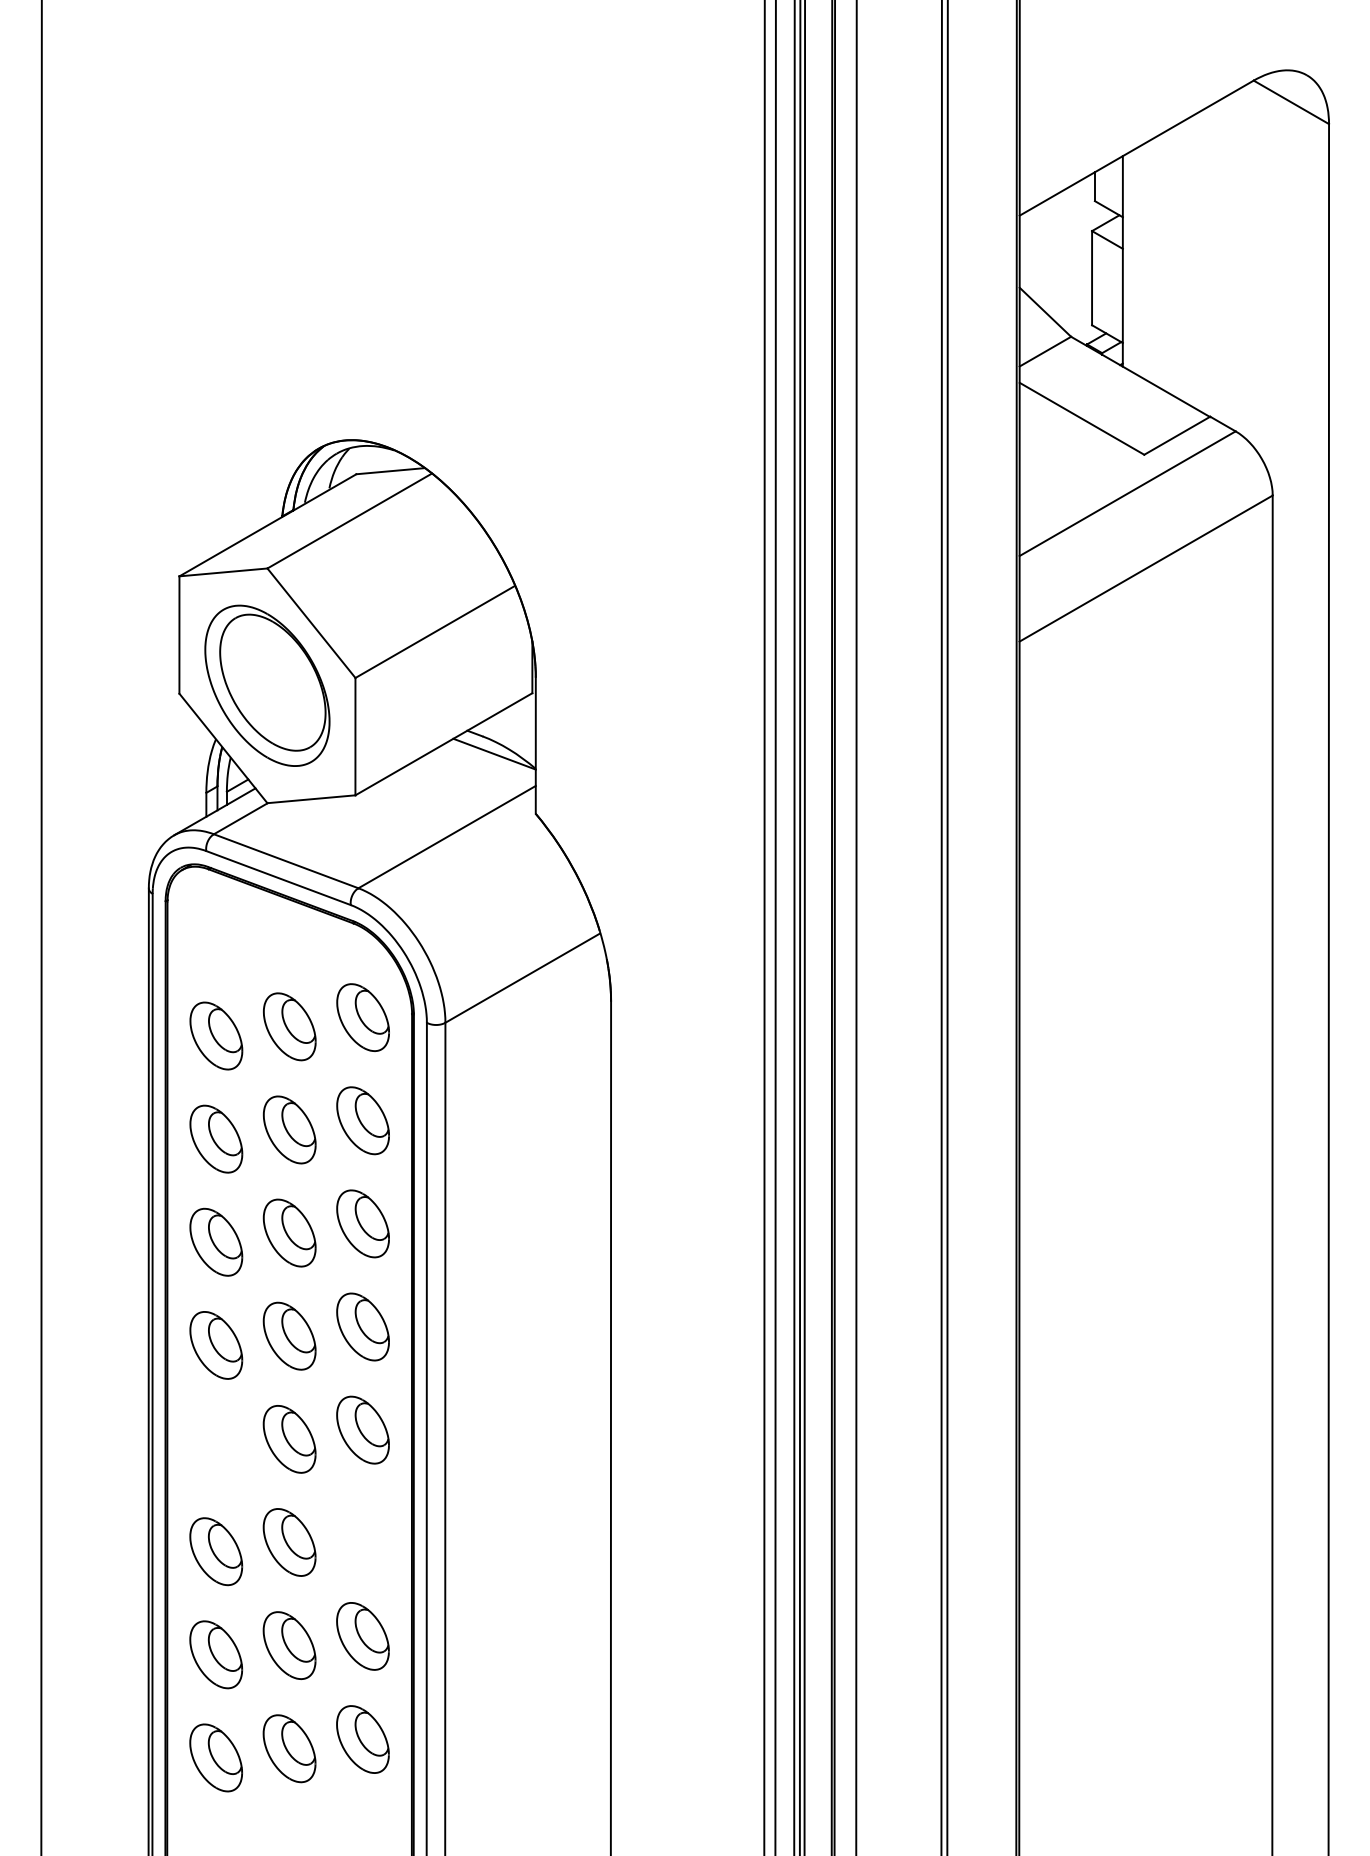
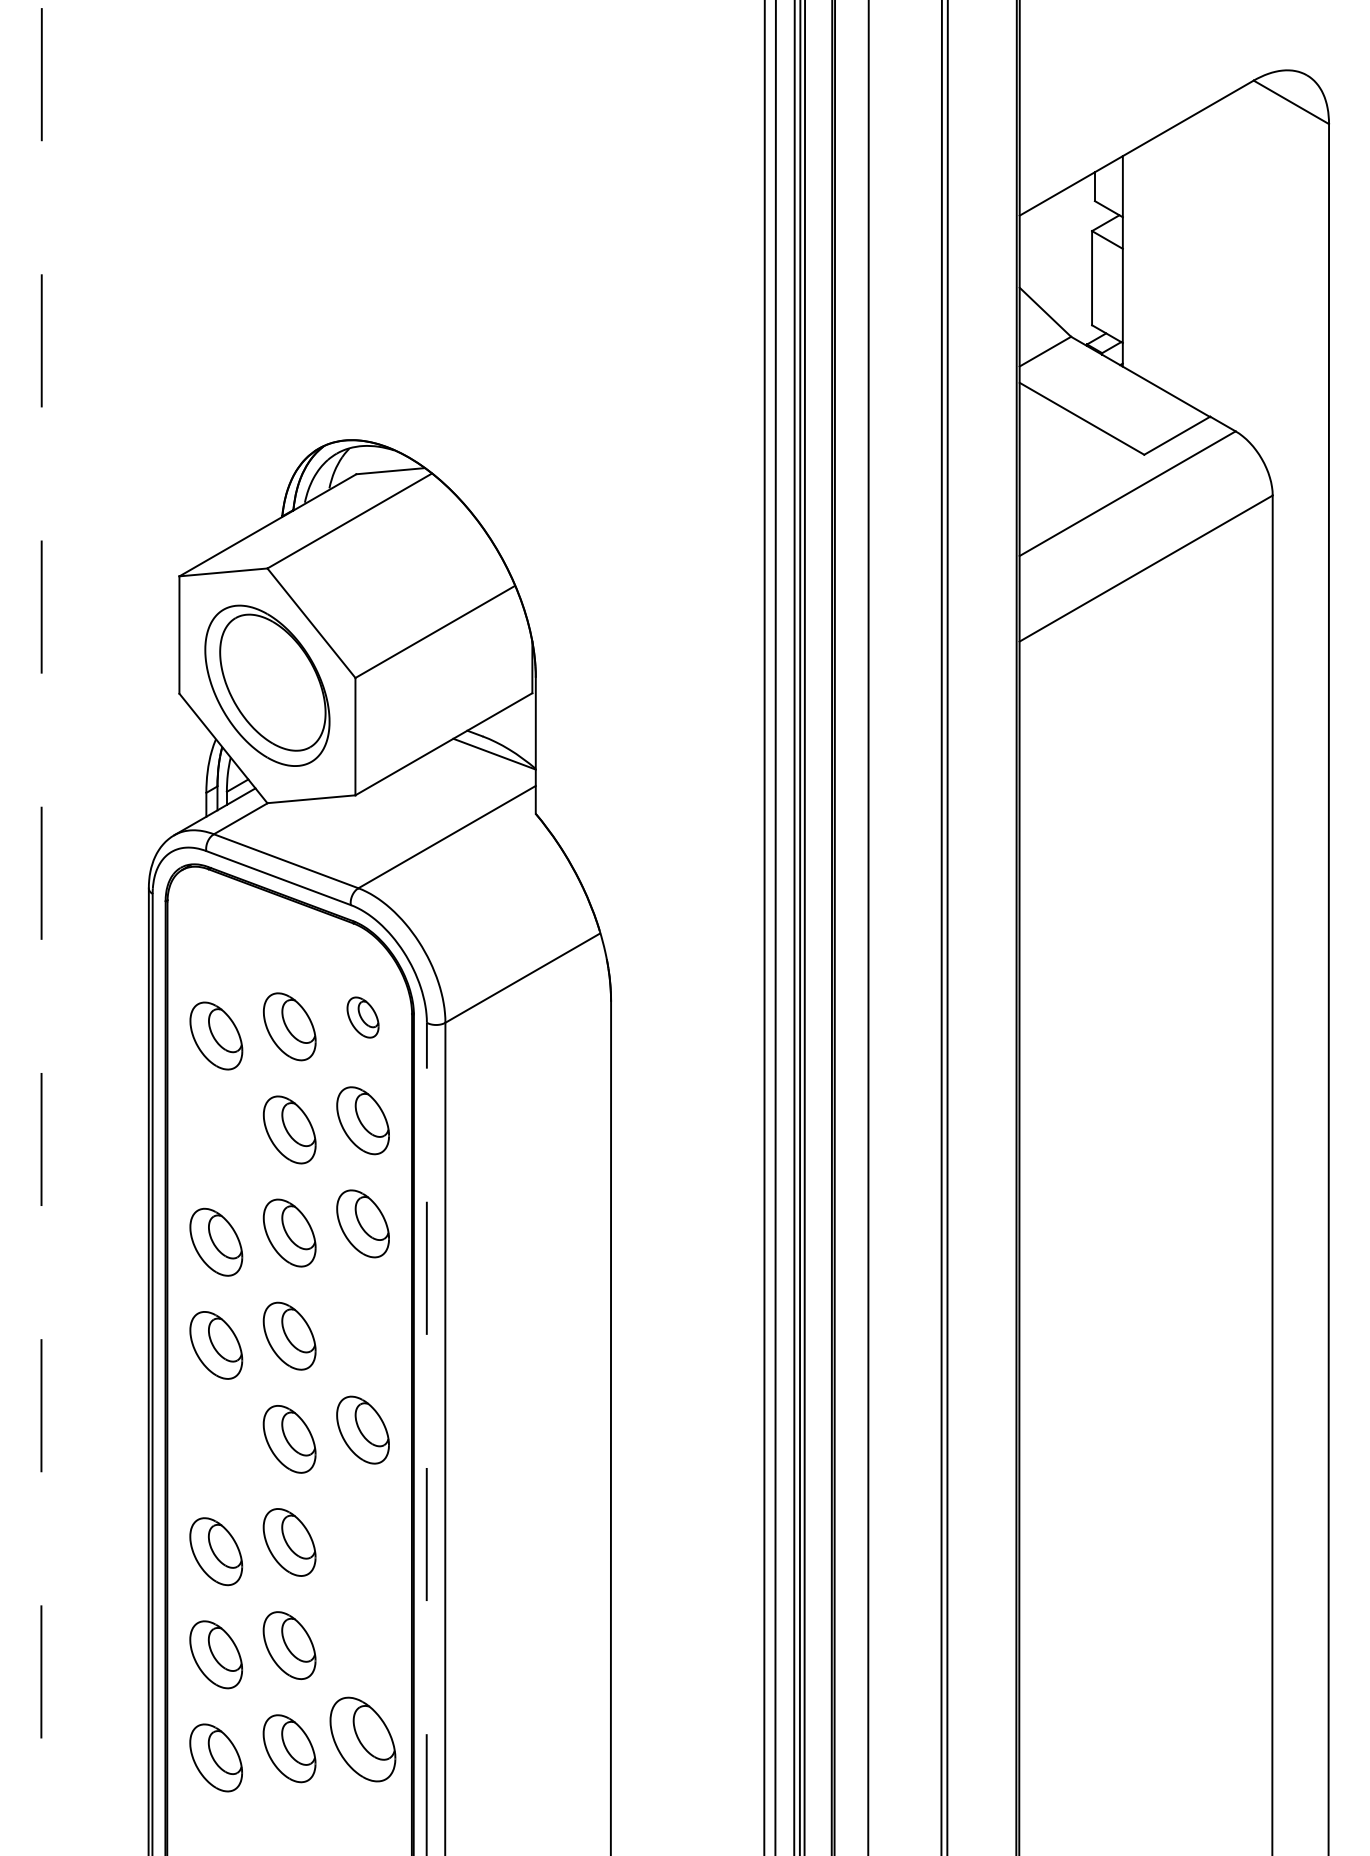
line at (856, 927) position: (856, 927) -> (868, 927)
line at (41, 928): solid -> dashed
part at (362, 1017) size: 54x69 px -> 34x43 px
part at (216, 1138): present -> none
part at (362, 1326): present -> none
line at (426, 1438): solid -> dashed
part at (362, 1636): present -> none
part at (362, 1739) size: 54x69 px -> 68x87 px
